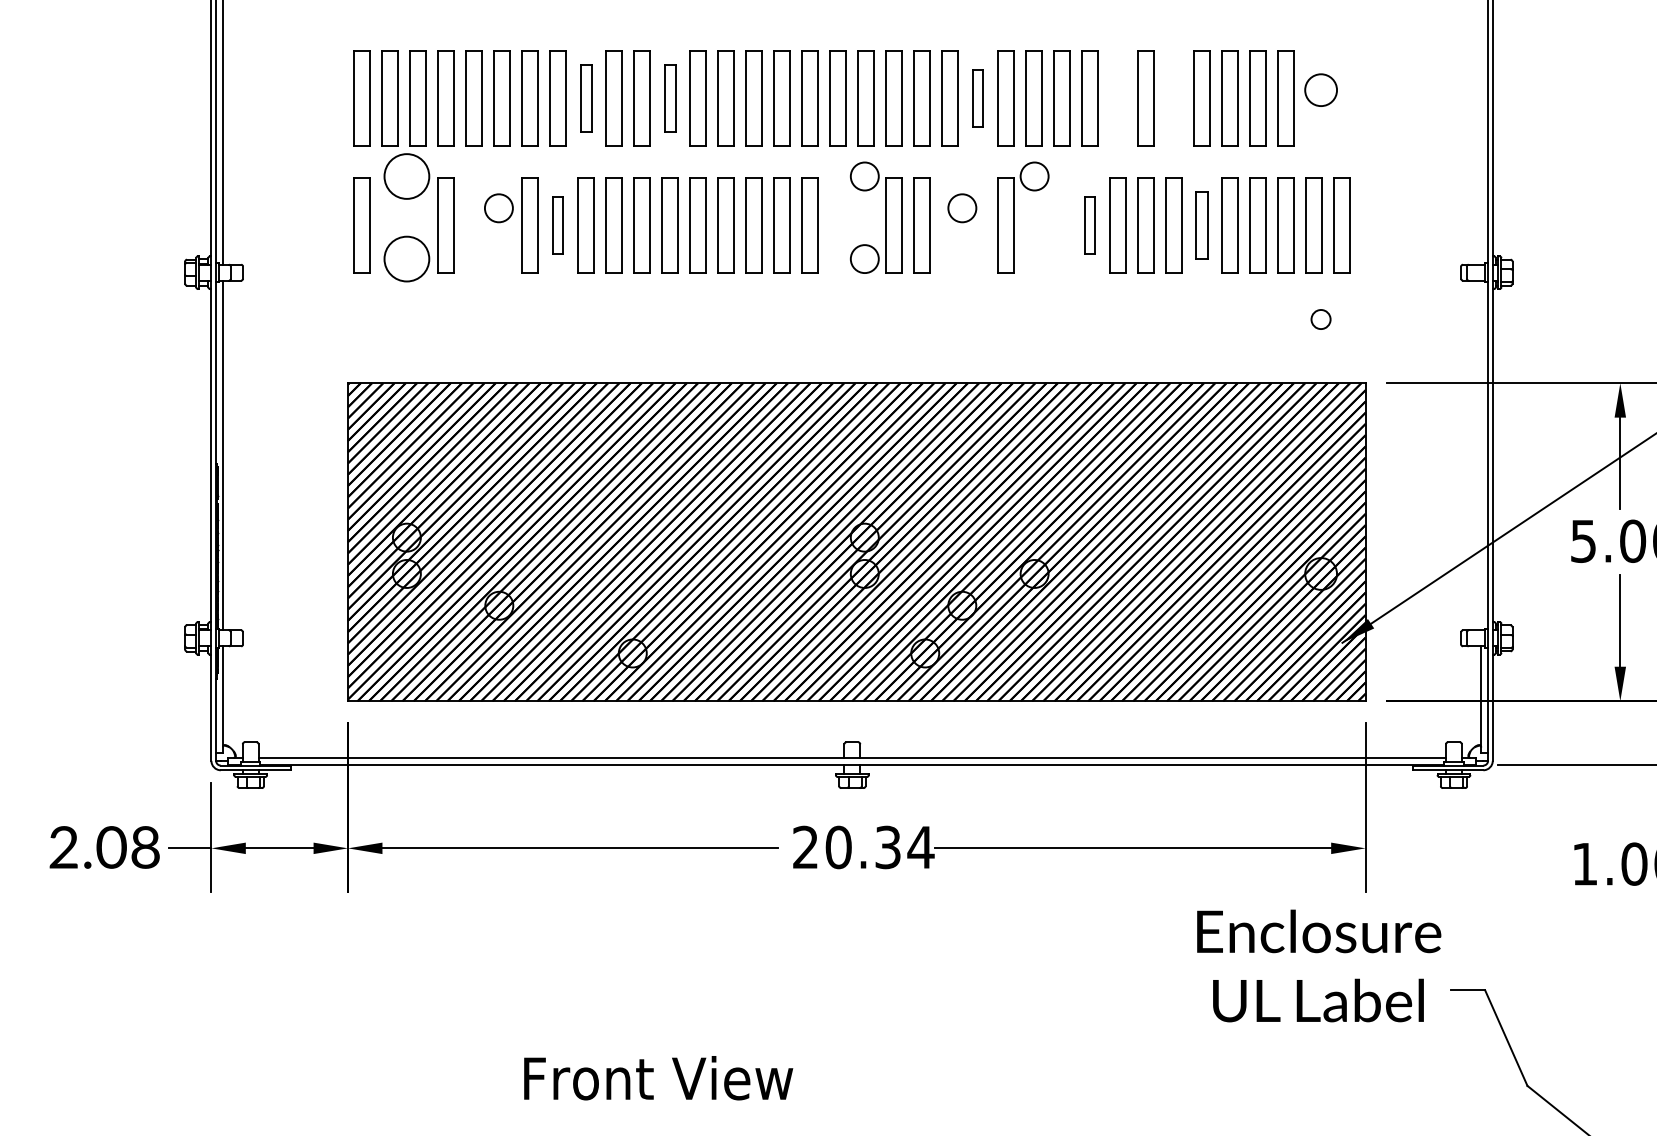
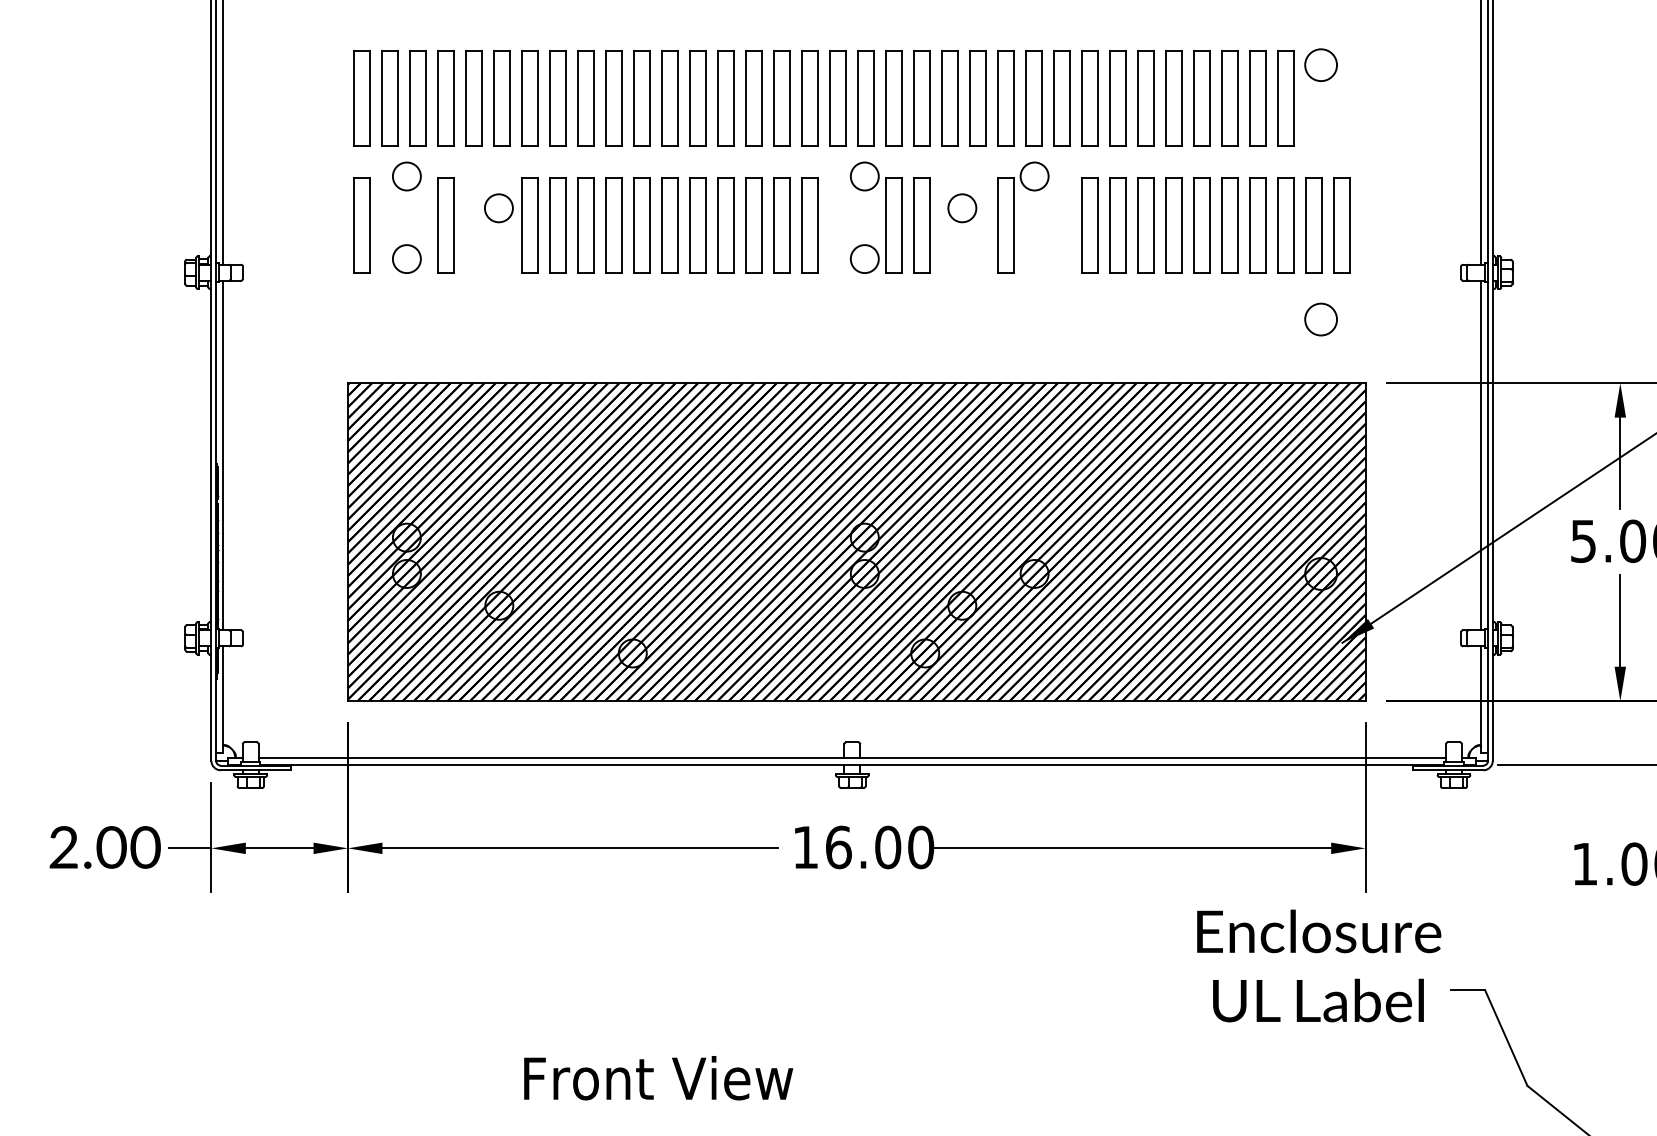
circle at (1320, 89) position: (1320, 89) -> (1320, 64)
part at (586, 98) size: 13x69 px -> 18x97 px
part at (670, 98) size: 13x69 px -> 18x97 px
part at (977, 98) size: 12x59 px -> 18x97 px
part at (1117, 98): none -> present
part at (1173, 98): none -> present
line at (1481, 133): none -> present
circle at (406, 176) diameter: 45 px -> 28 px
part at (557, 225) size: 12x59 px -> 18x97 px
part at (1089, 225) size: 12x59 px -> 18x97 px
part at (1201, 225) size: 14x69 px -> 18x97 px
circle at (406, 258) diameter: 45 px -> 28 px
circle at (1320, 319) size: 22x21 px -> 34x35 px
line at (1481, 455): none -> present
text at (145, 847): 2.08 -> 2.00
text at (863, 847): 20.34 -> 16.00
